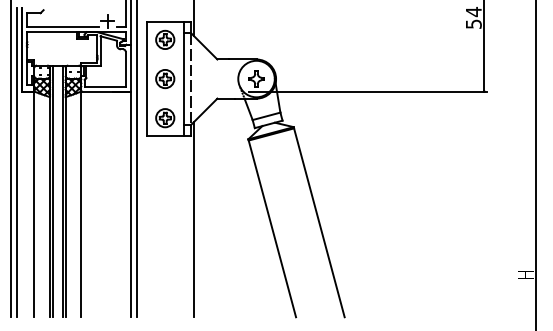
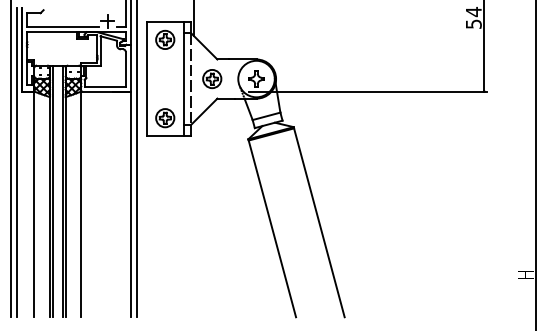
part at (165, 79) position: (165, 79) -> (212, 79)
line at (193, 219): present -> none
